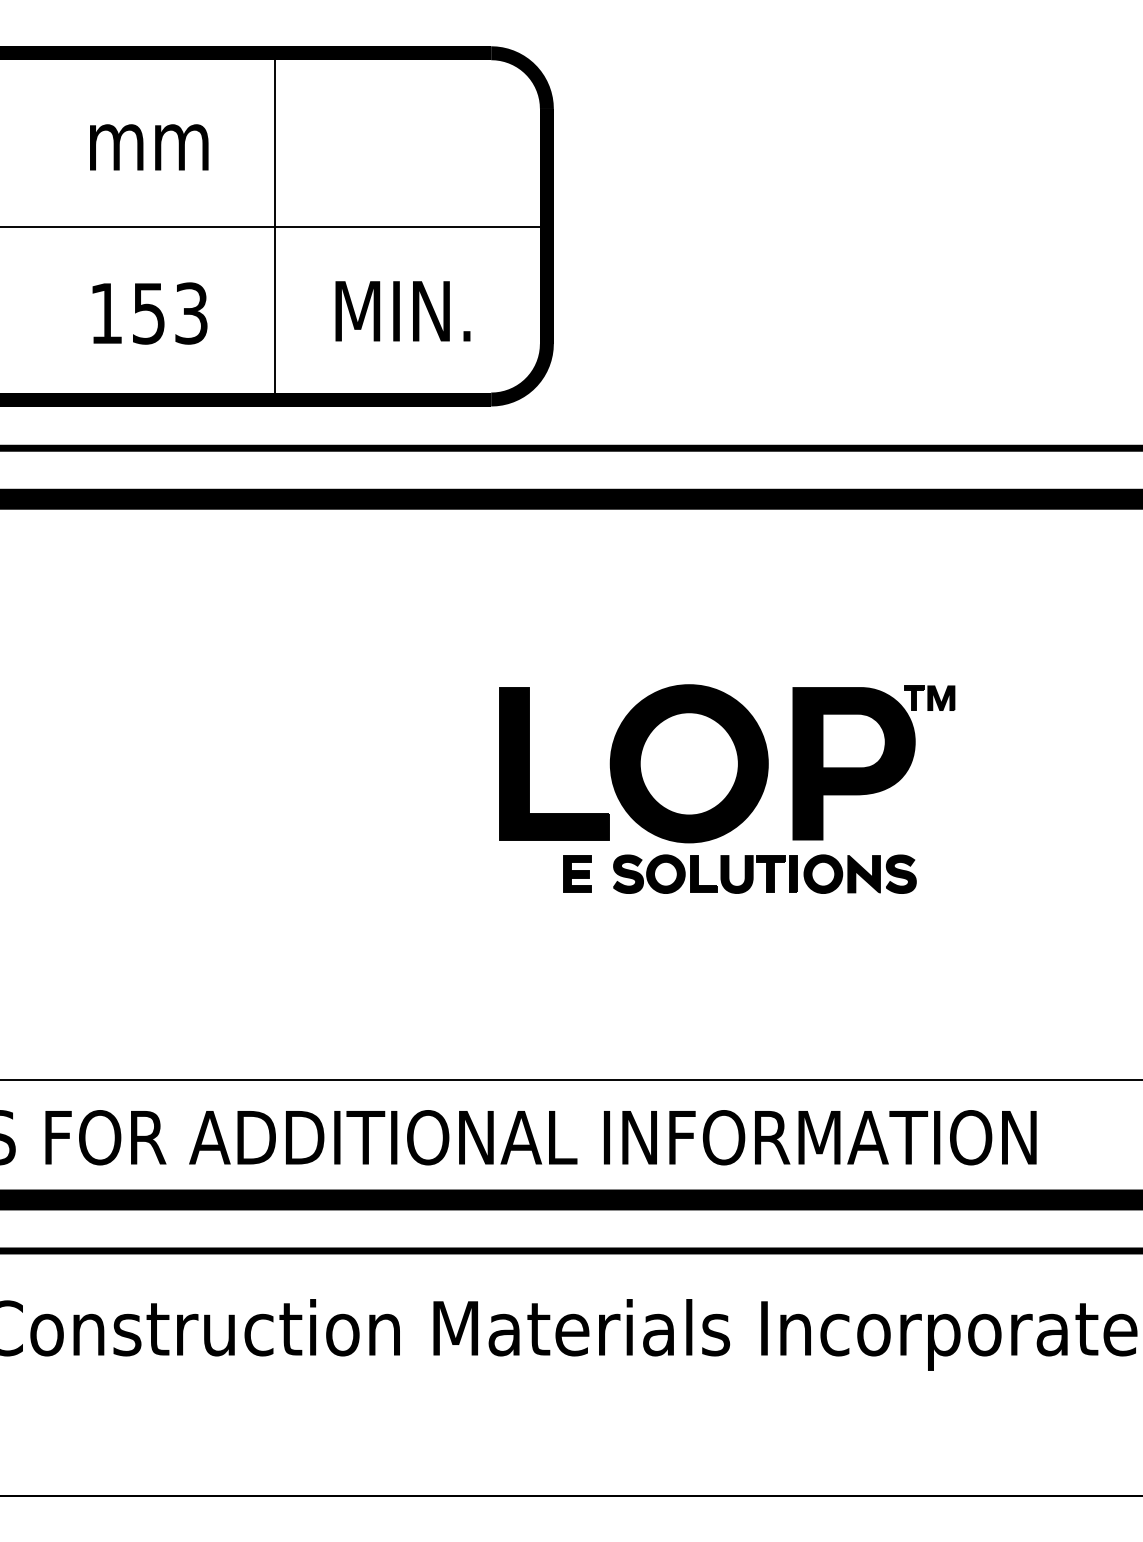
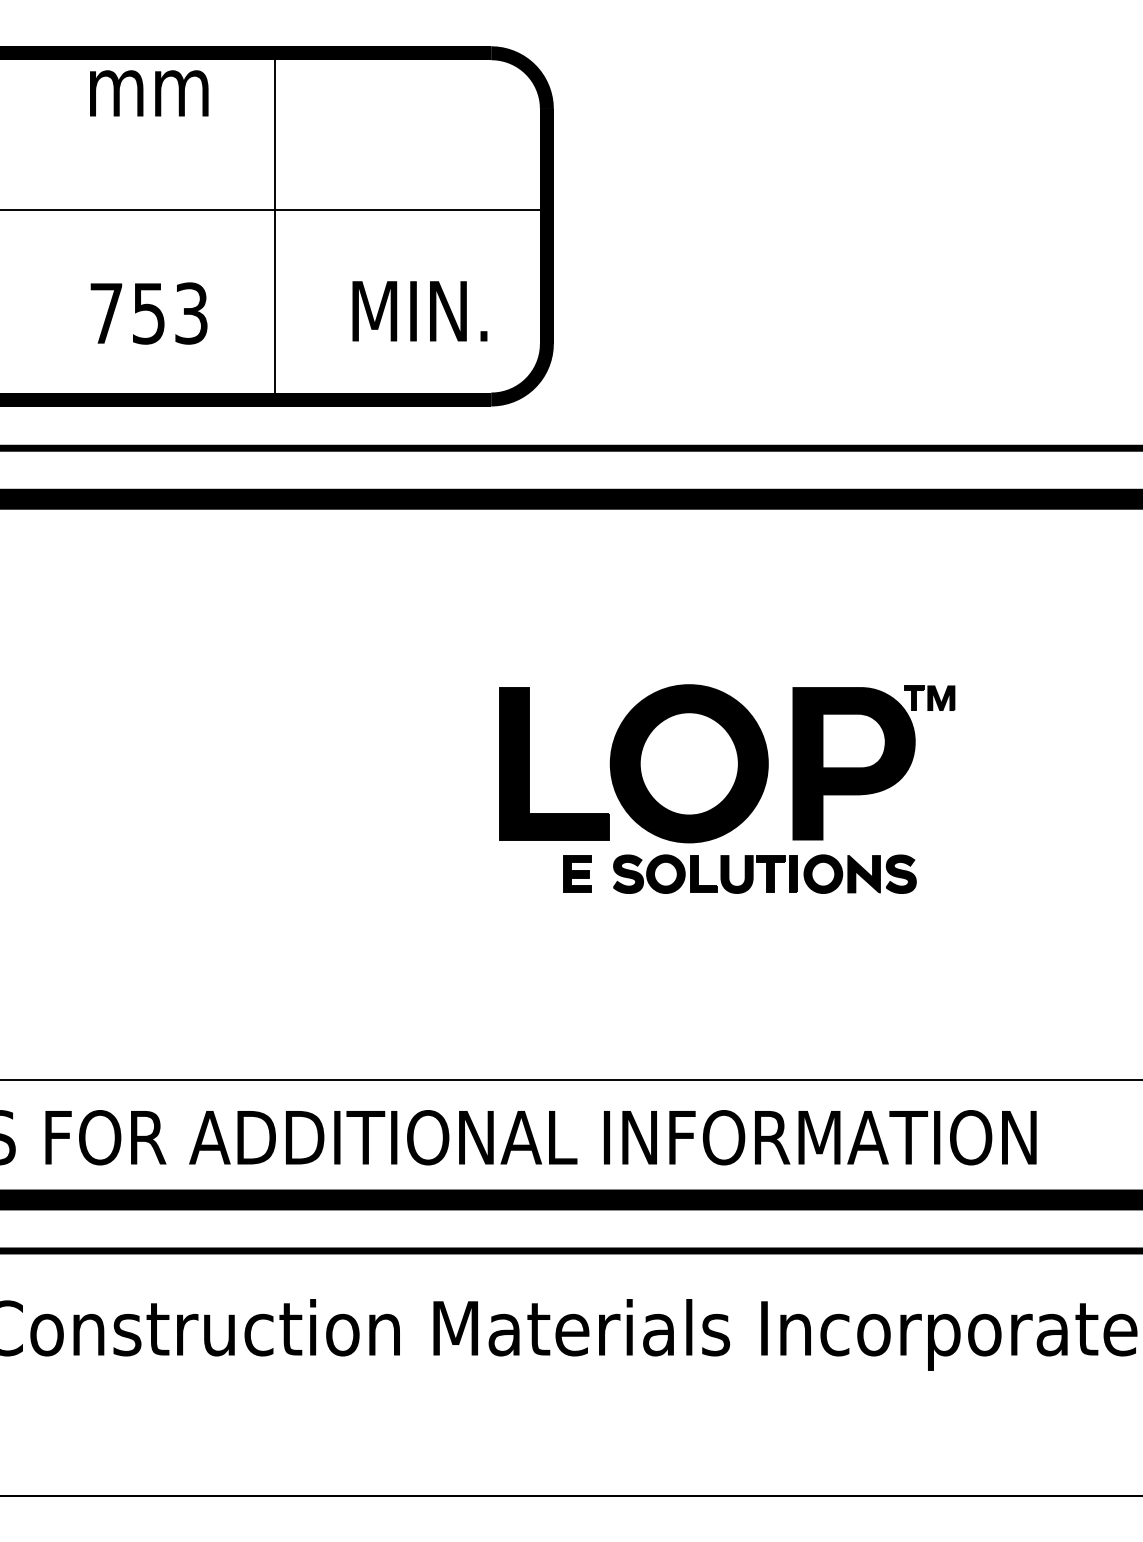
text at (149, 147) position: (149, 147) -> (149, 93)
line at (274, 227) position: (274, 227) -> (274, 210)
text at (402, 311) position: (402, 311) -> (419, 311)
text at (106, 313): 153 -> 753
